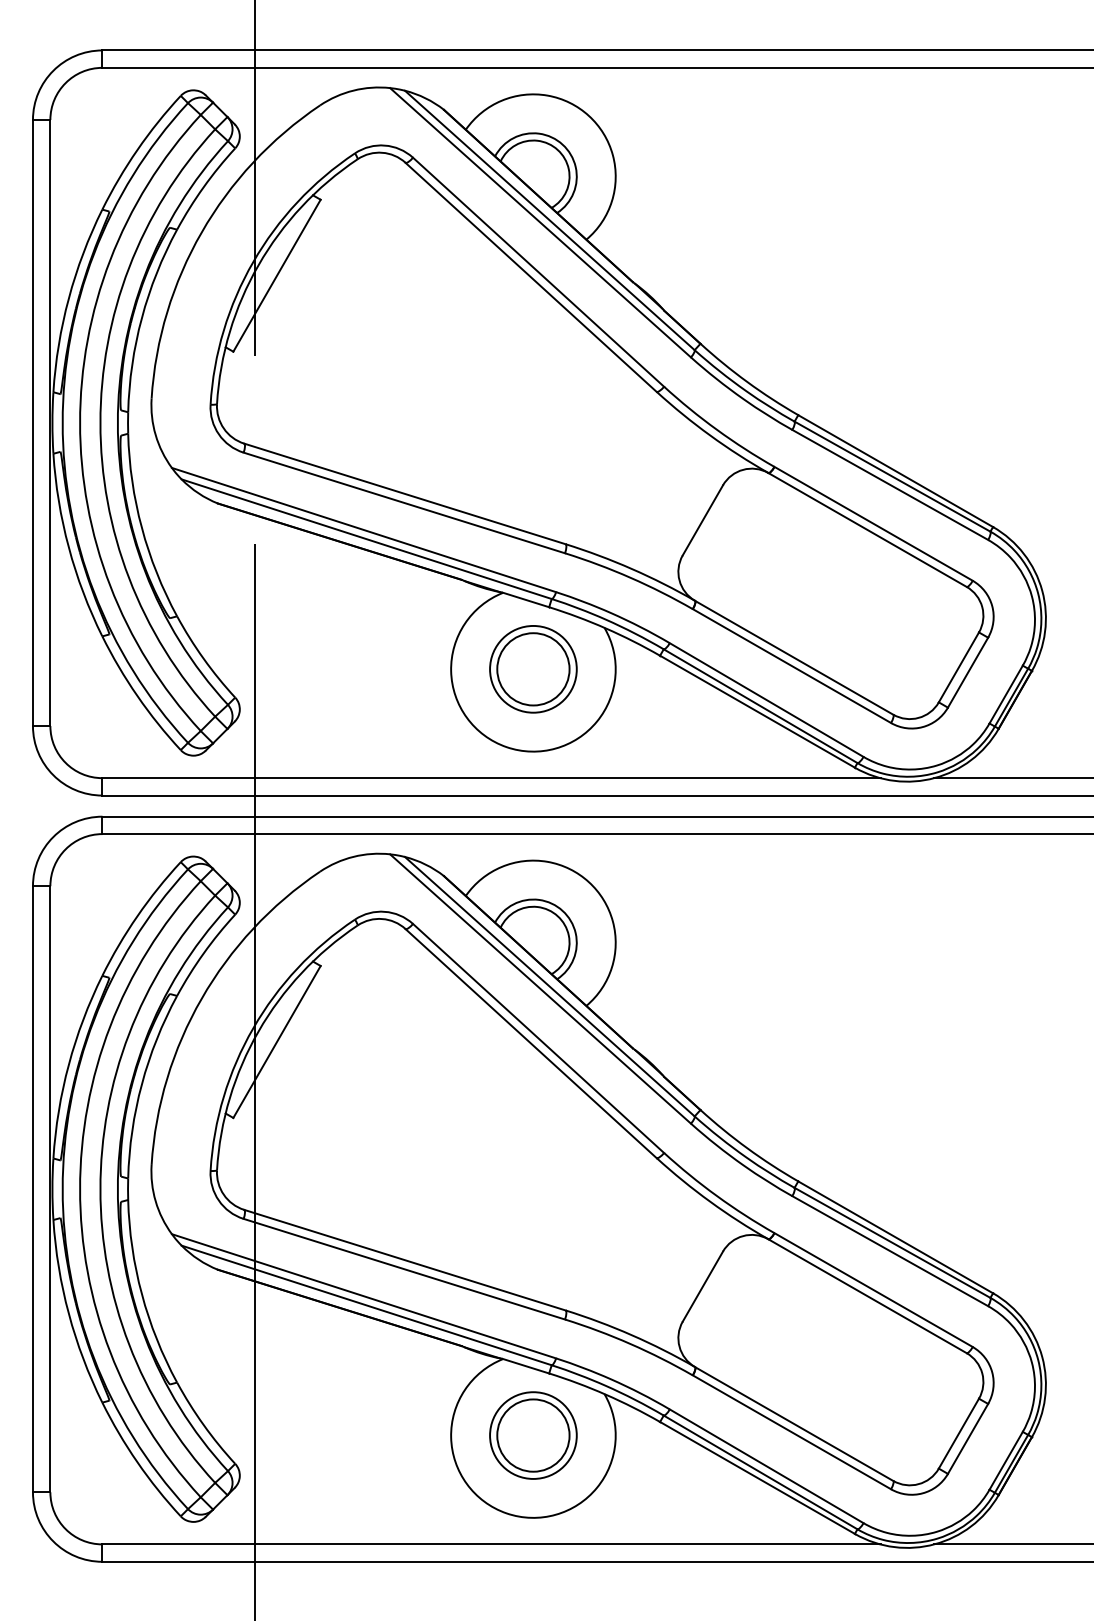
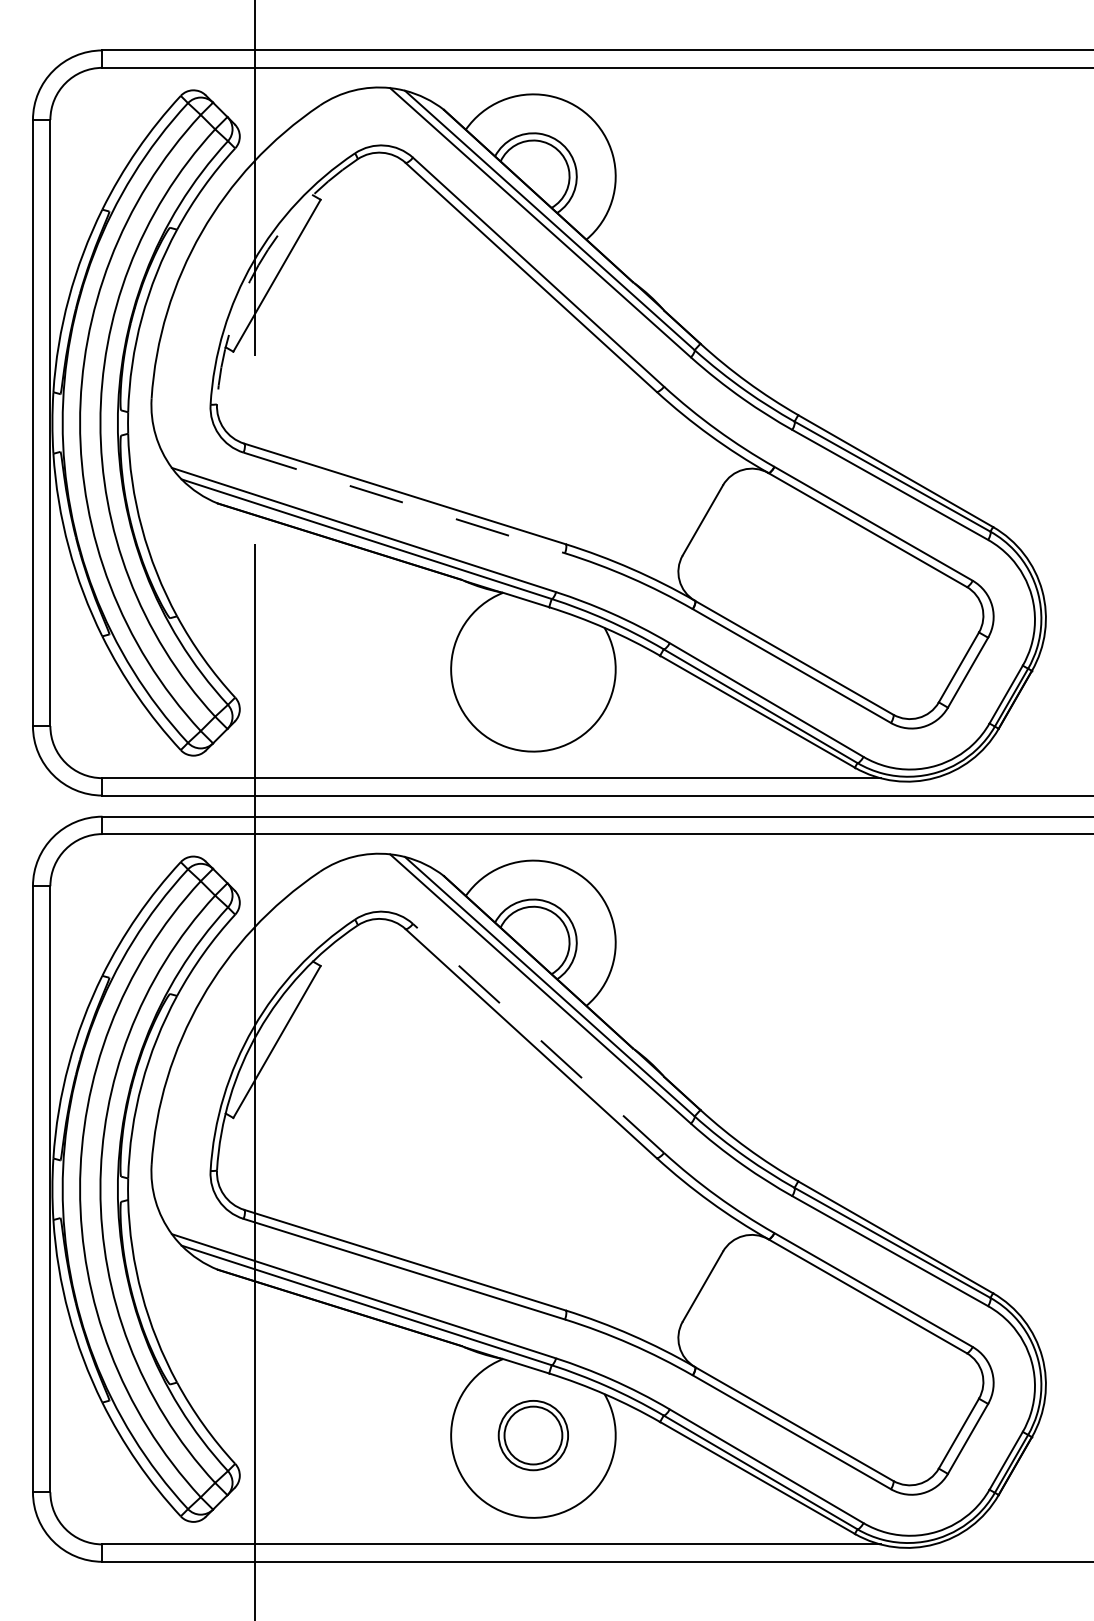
arc at (258, 265): solid -> dashed
line at (404, 503): solid -> dashed
part at (533, 669): present -> none
line at (1012, 778): present -> none
line at (538, 1038): solid -> dashed
part at (533, 1435) size: 89x89 px -> 72x72 px
line at (1012, 1544): present -> none
